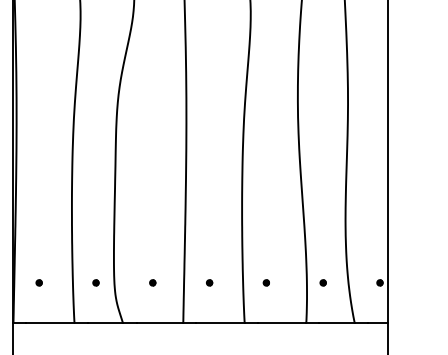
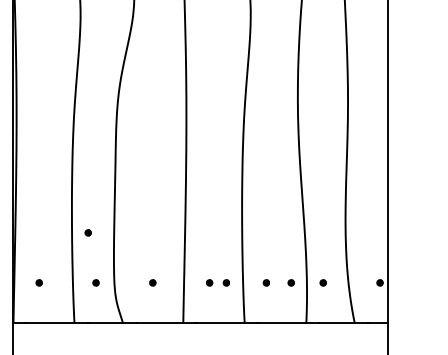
part at (87, 232): none -> present
part at (225, 282): none -> present
part at (290, 282): none -> present
